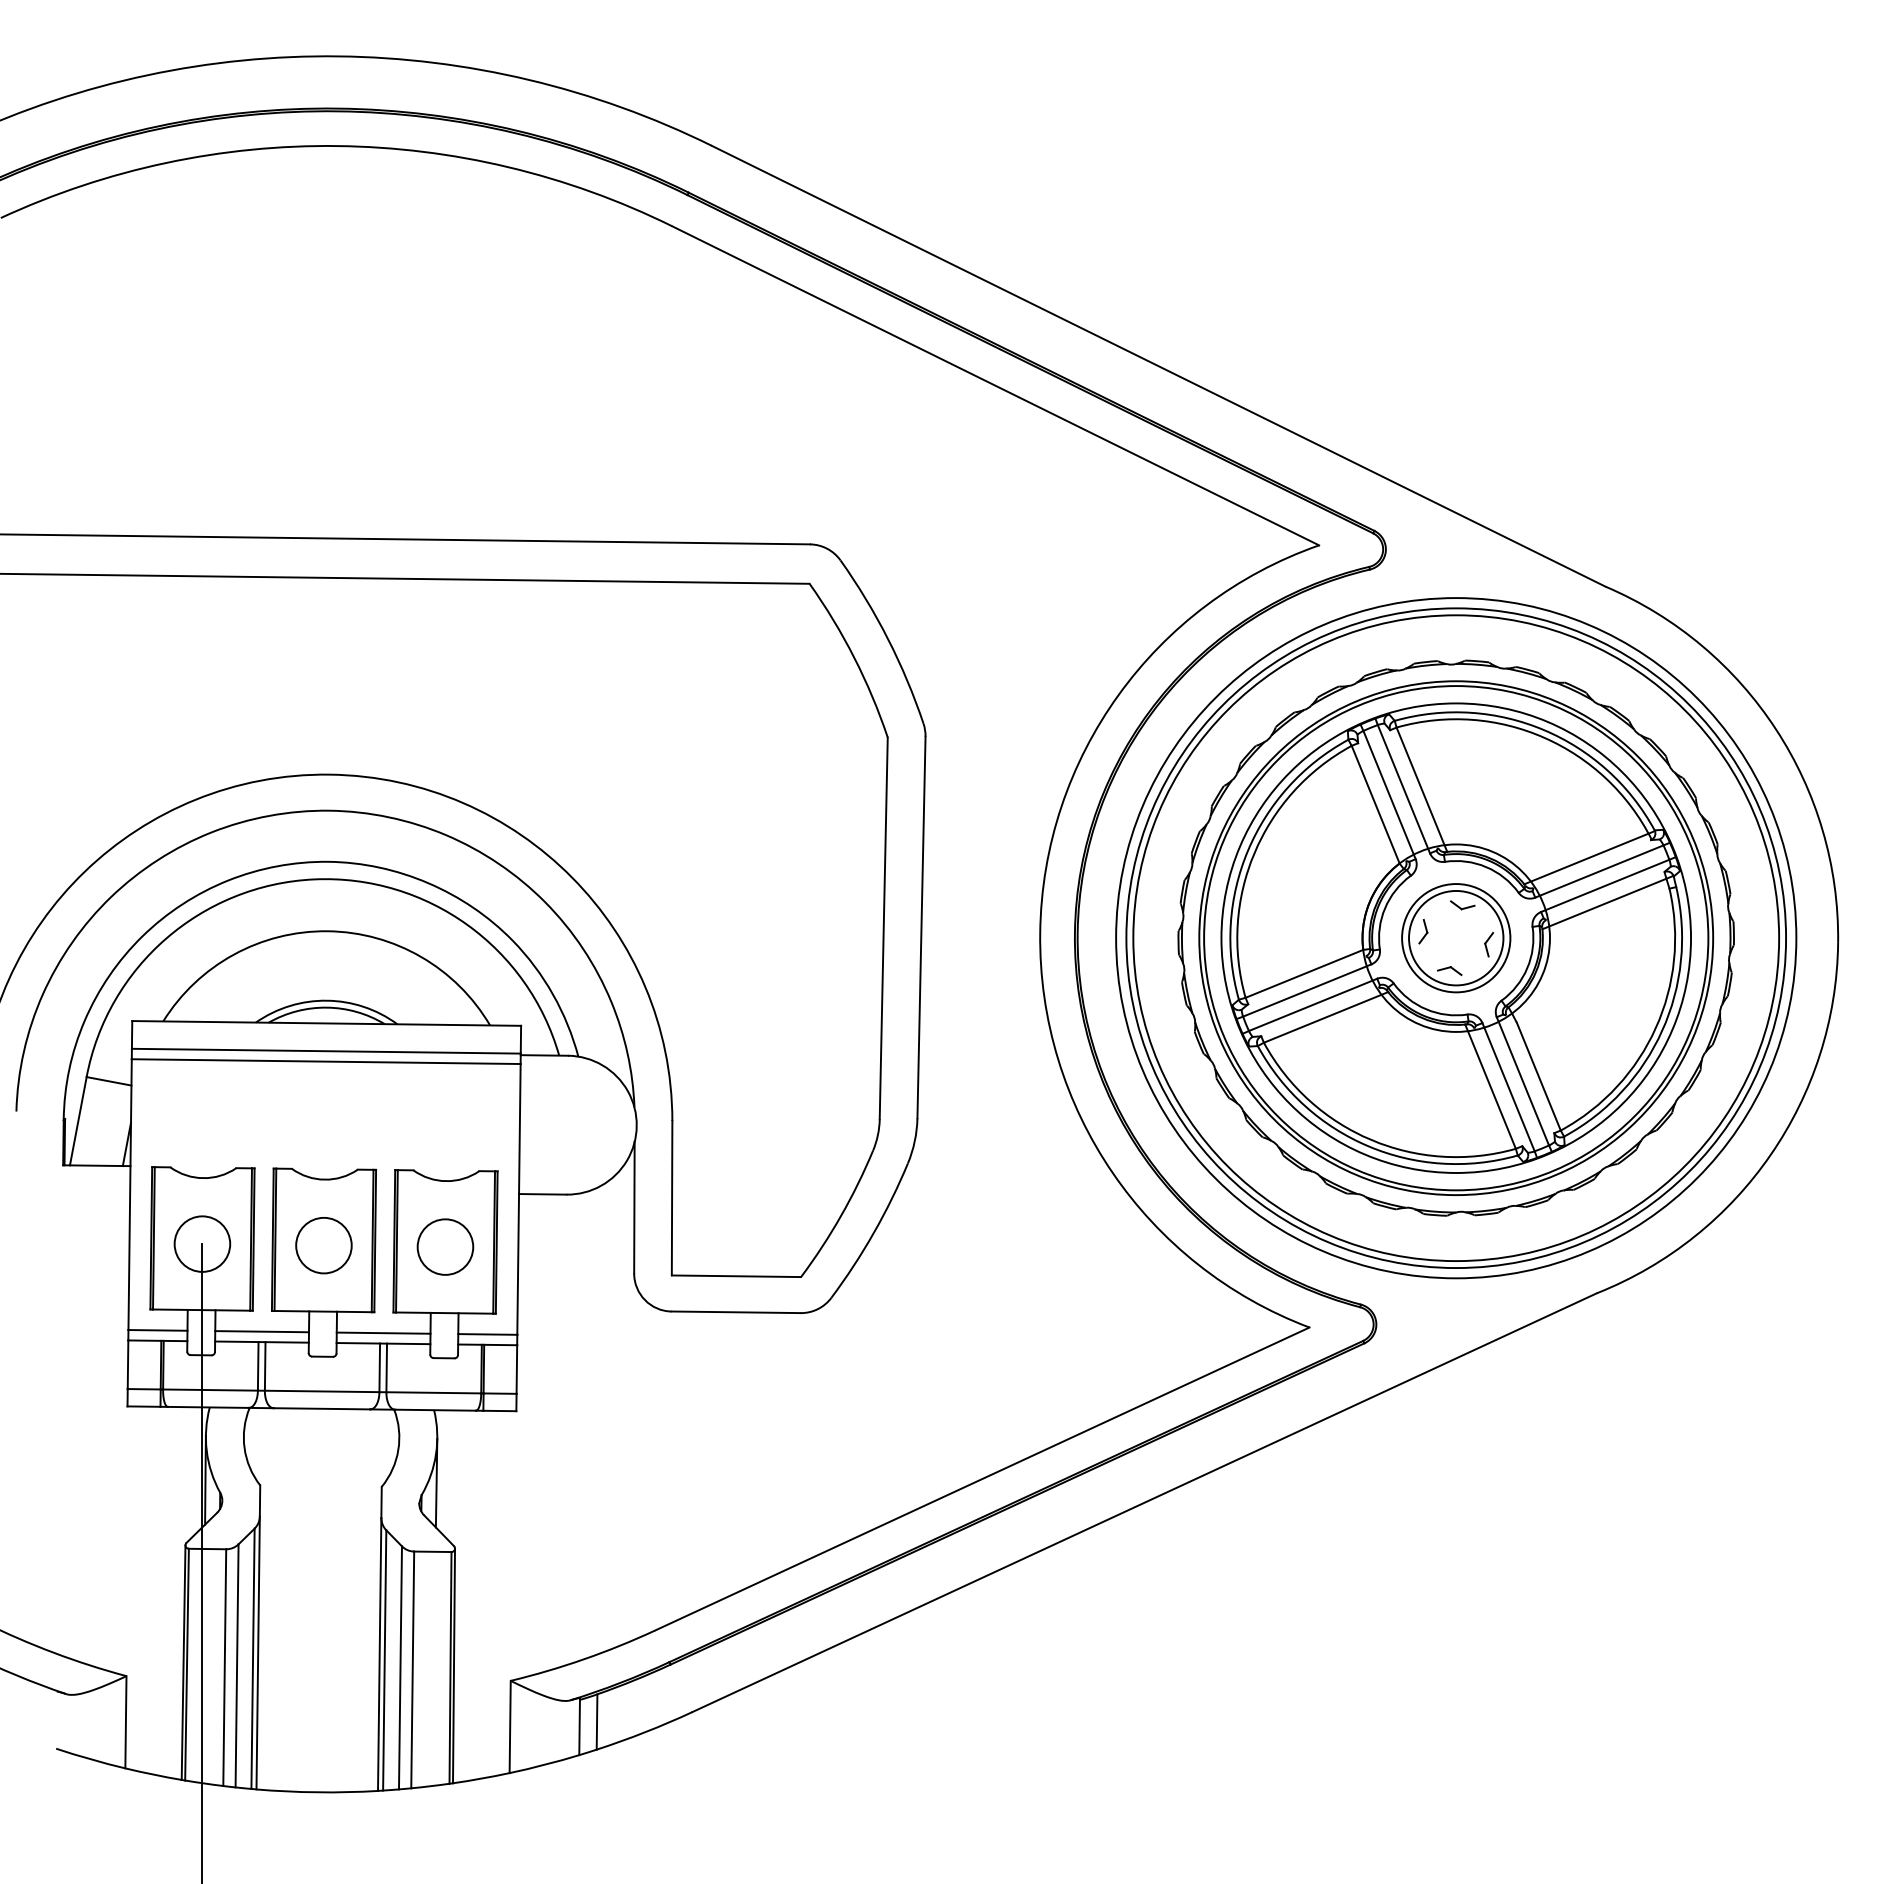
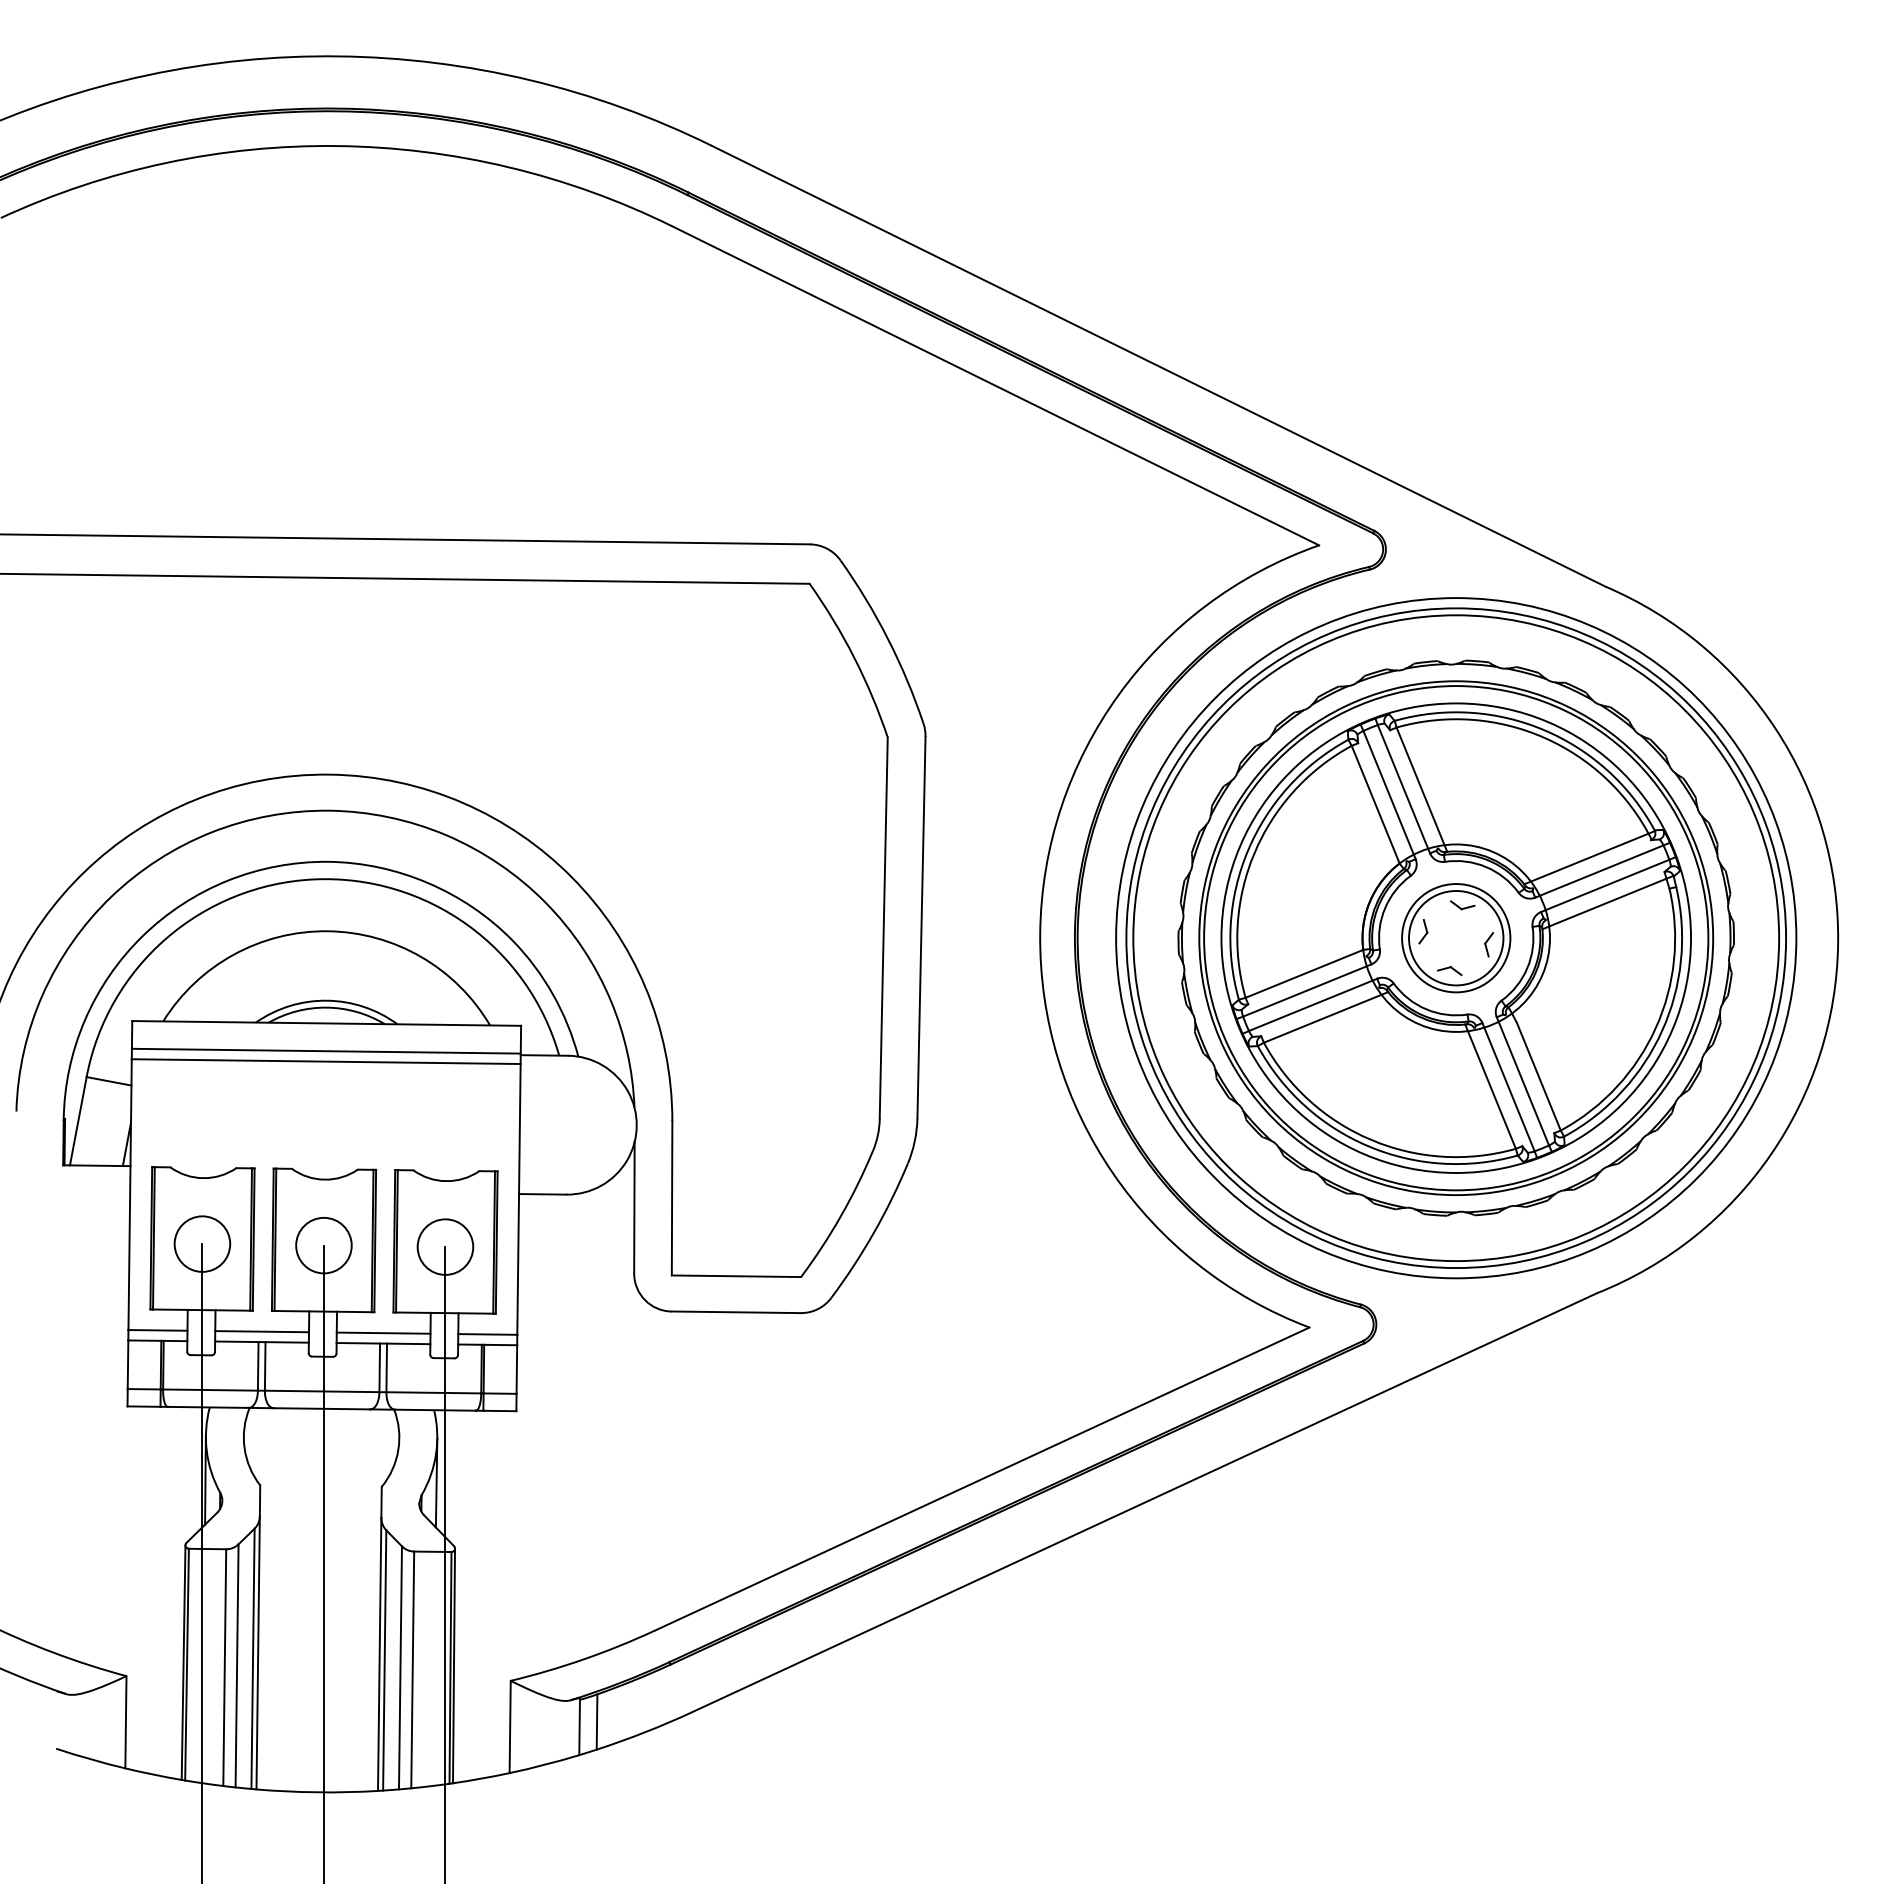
line at (323, 1562): none -> present
line at (445, 1563): none -> present
